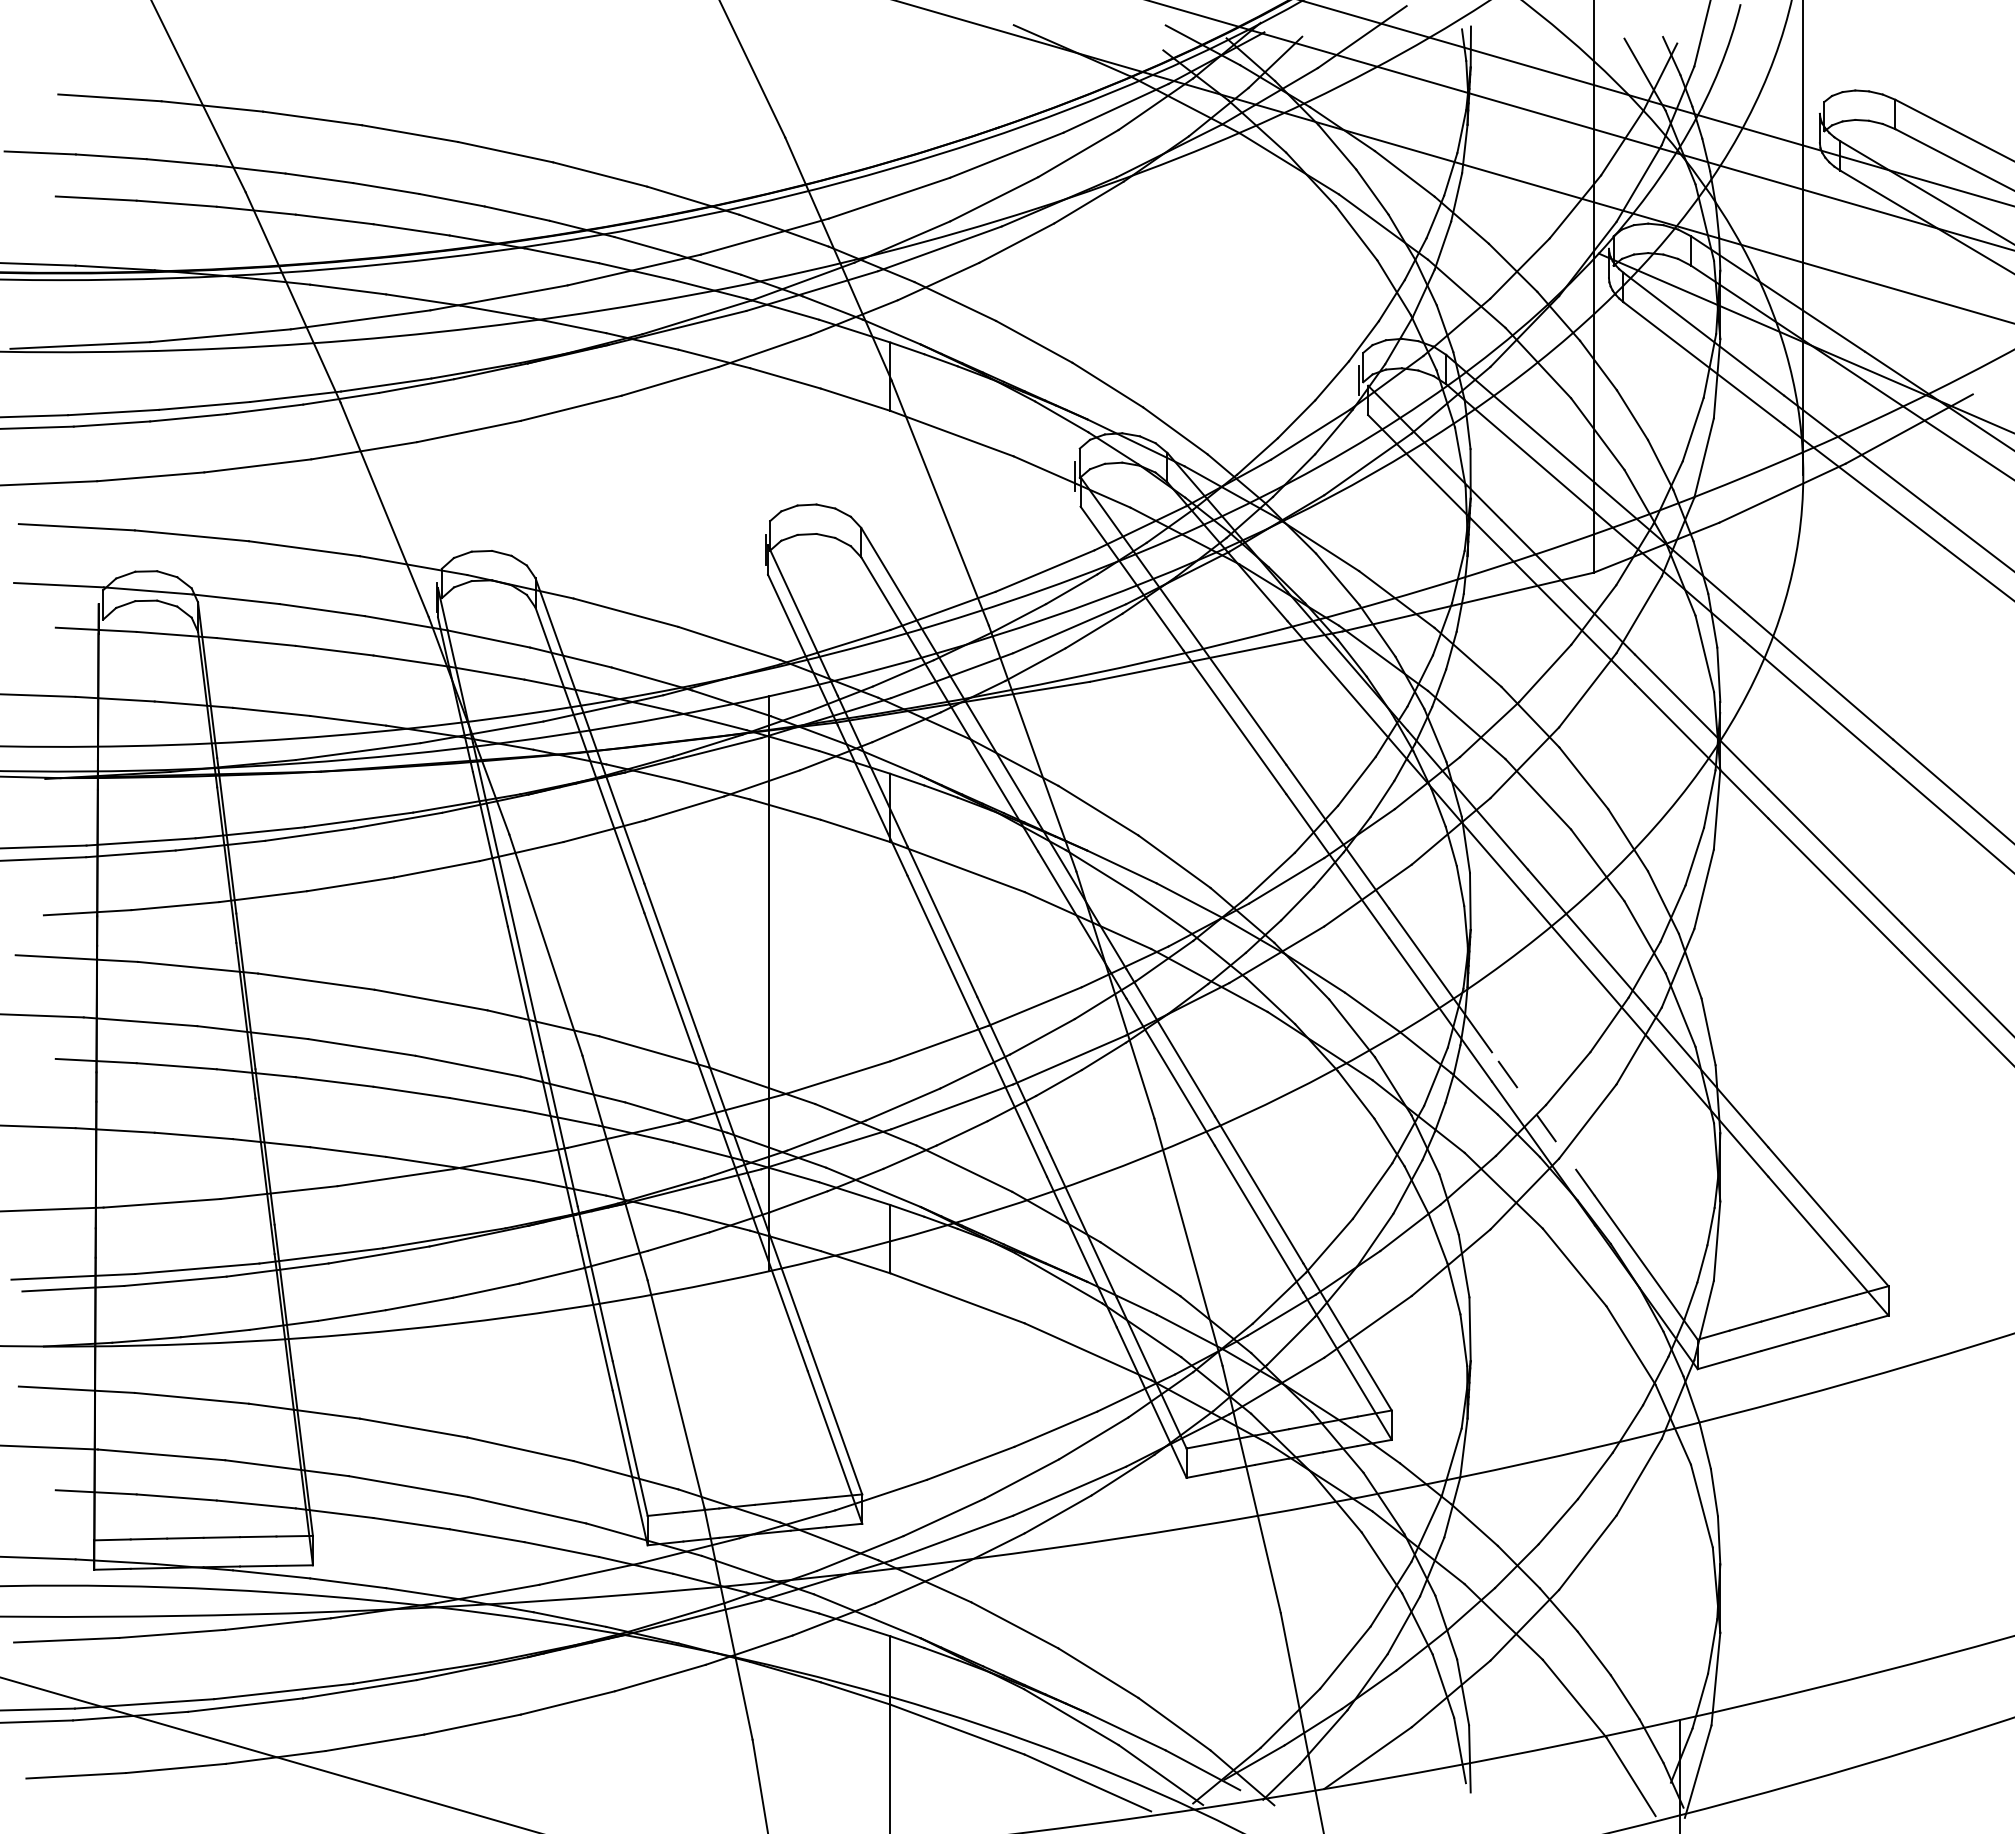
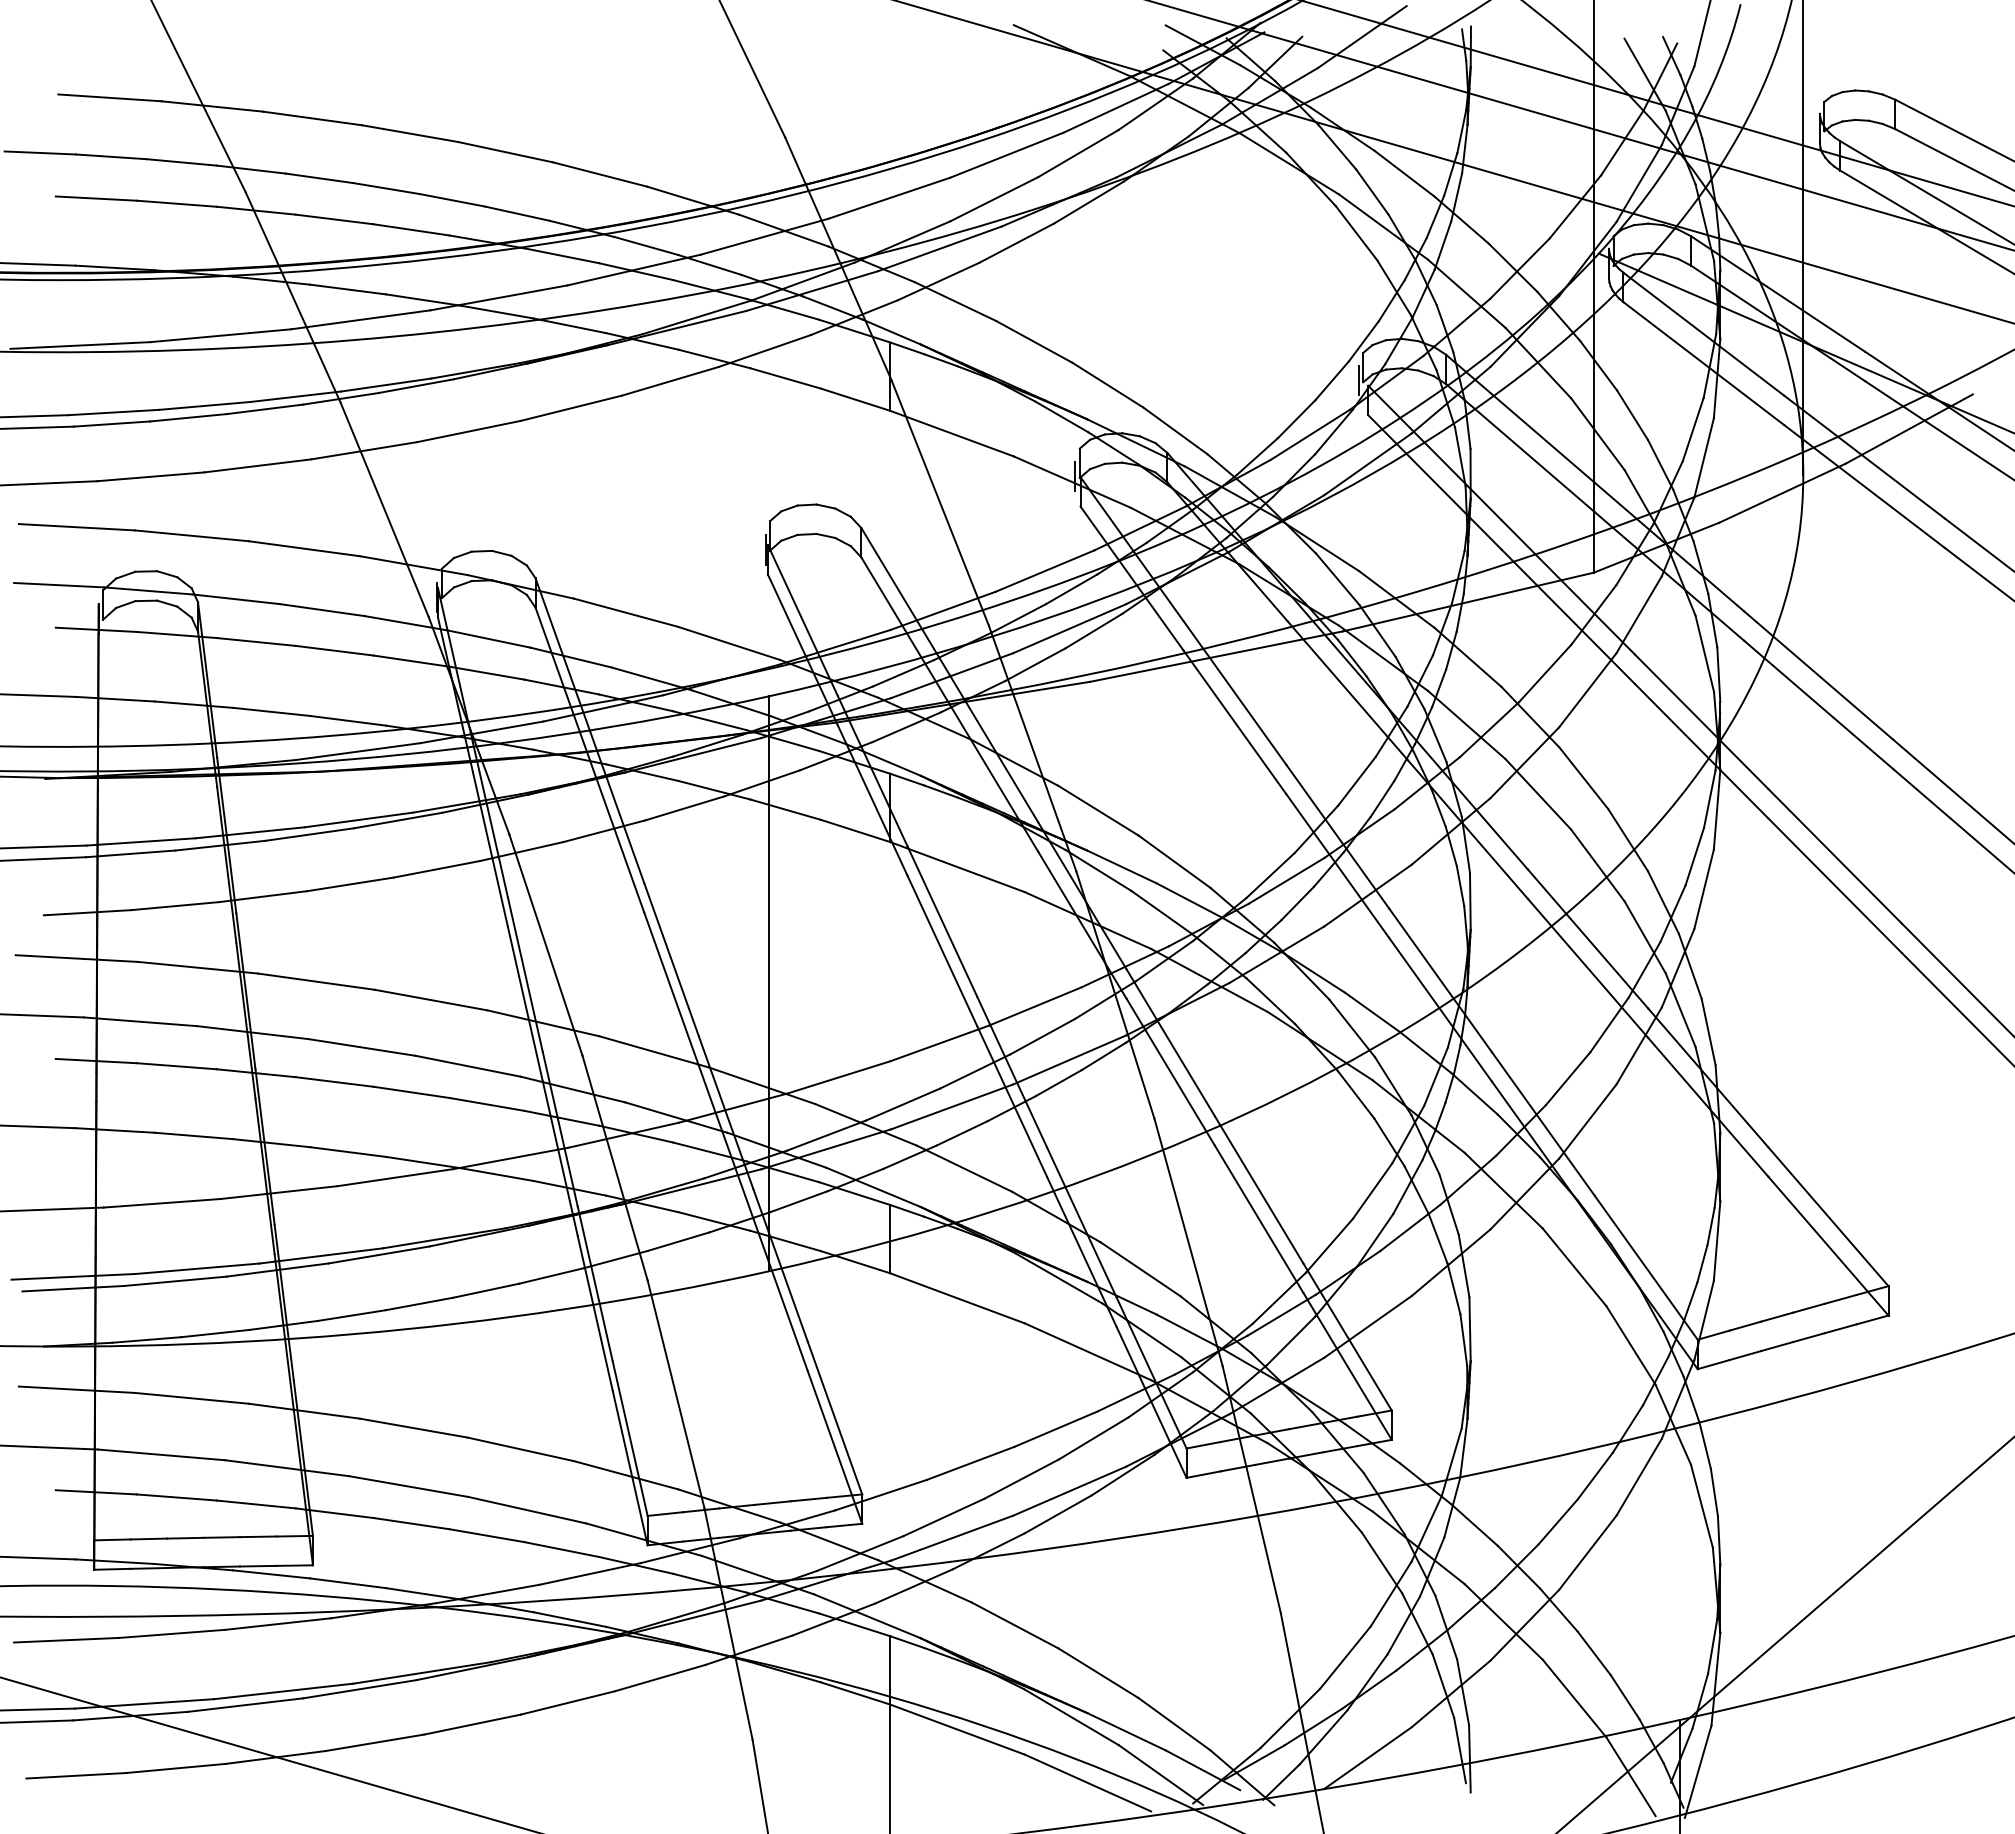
line at (1543, 1123): dashed -> solid
line at (1785, 1634): none -> present
